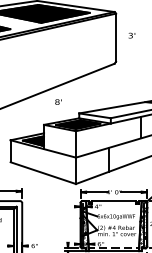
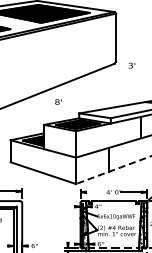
text at (131, 35) position: (131, 35) -> (131, 65)
line at (113, 170): solid -> dashed
line at (93, 192): present -> none
